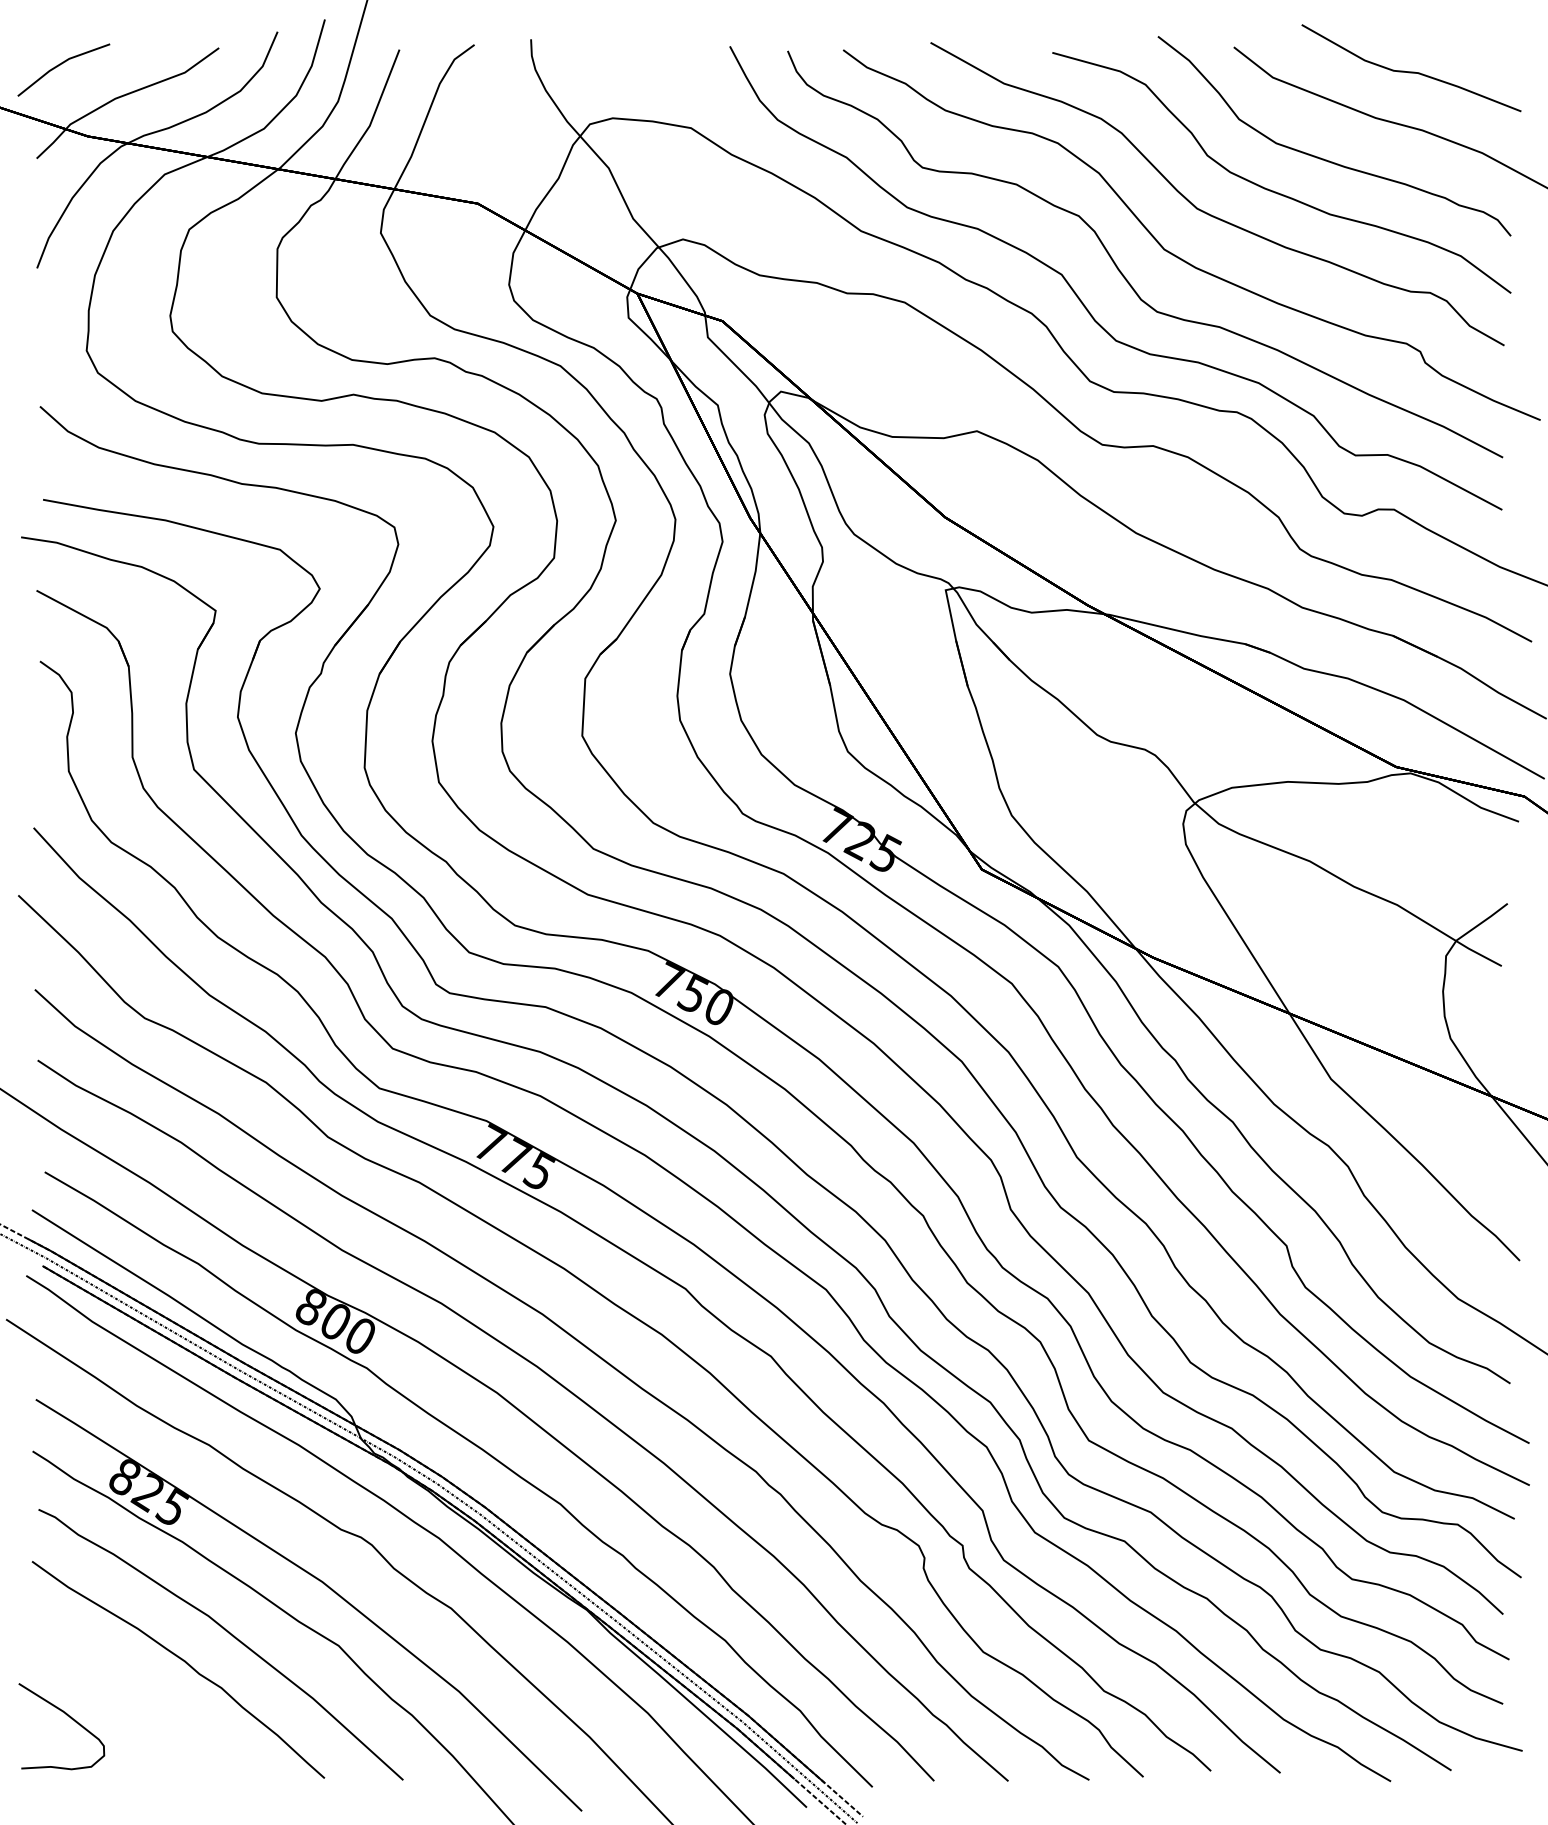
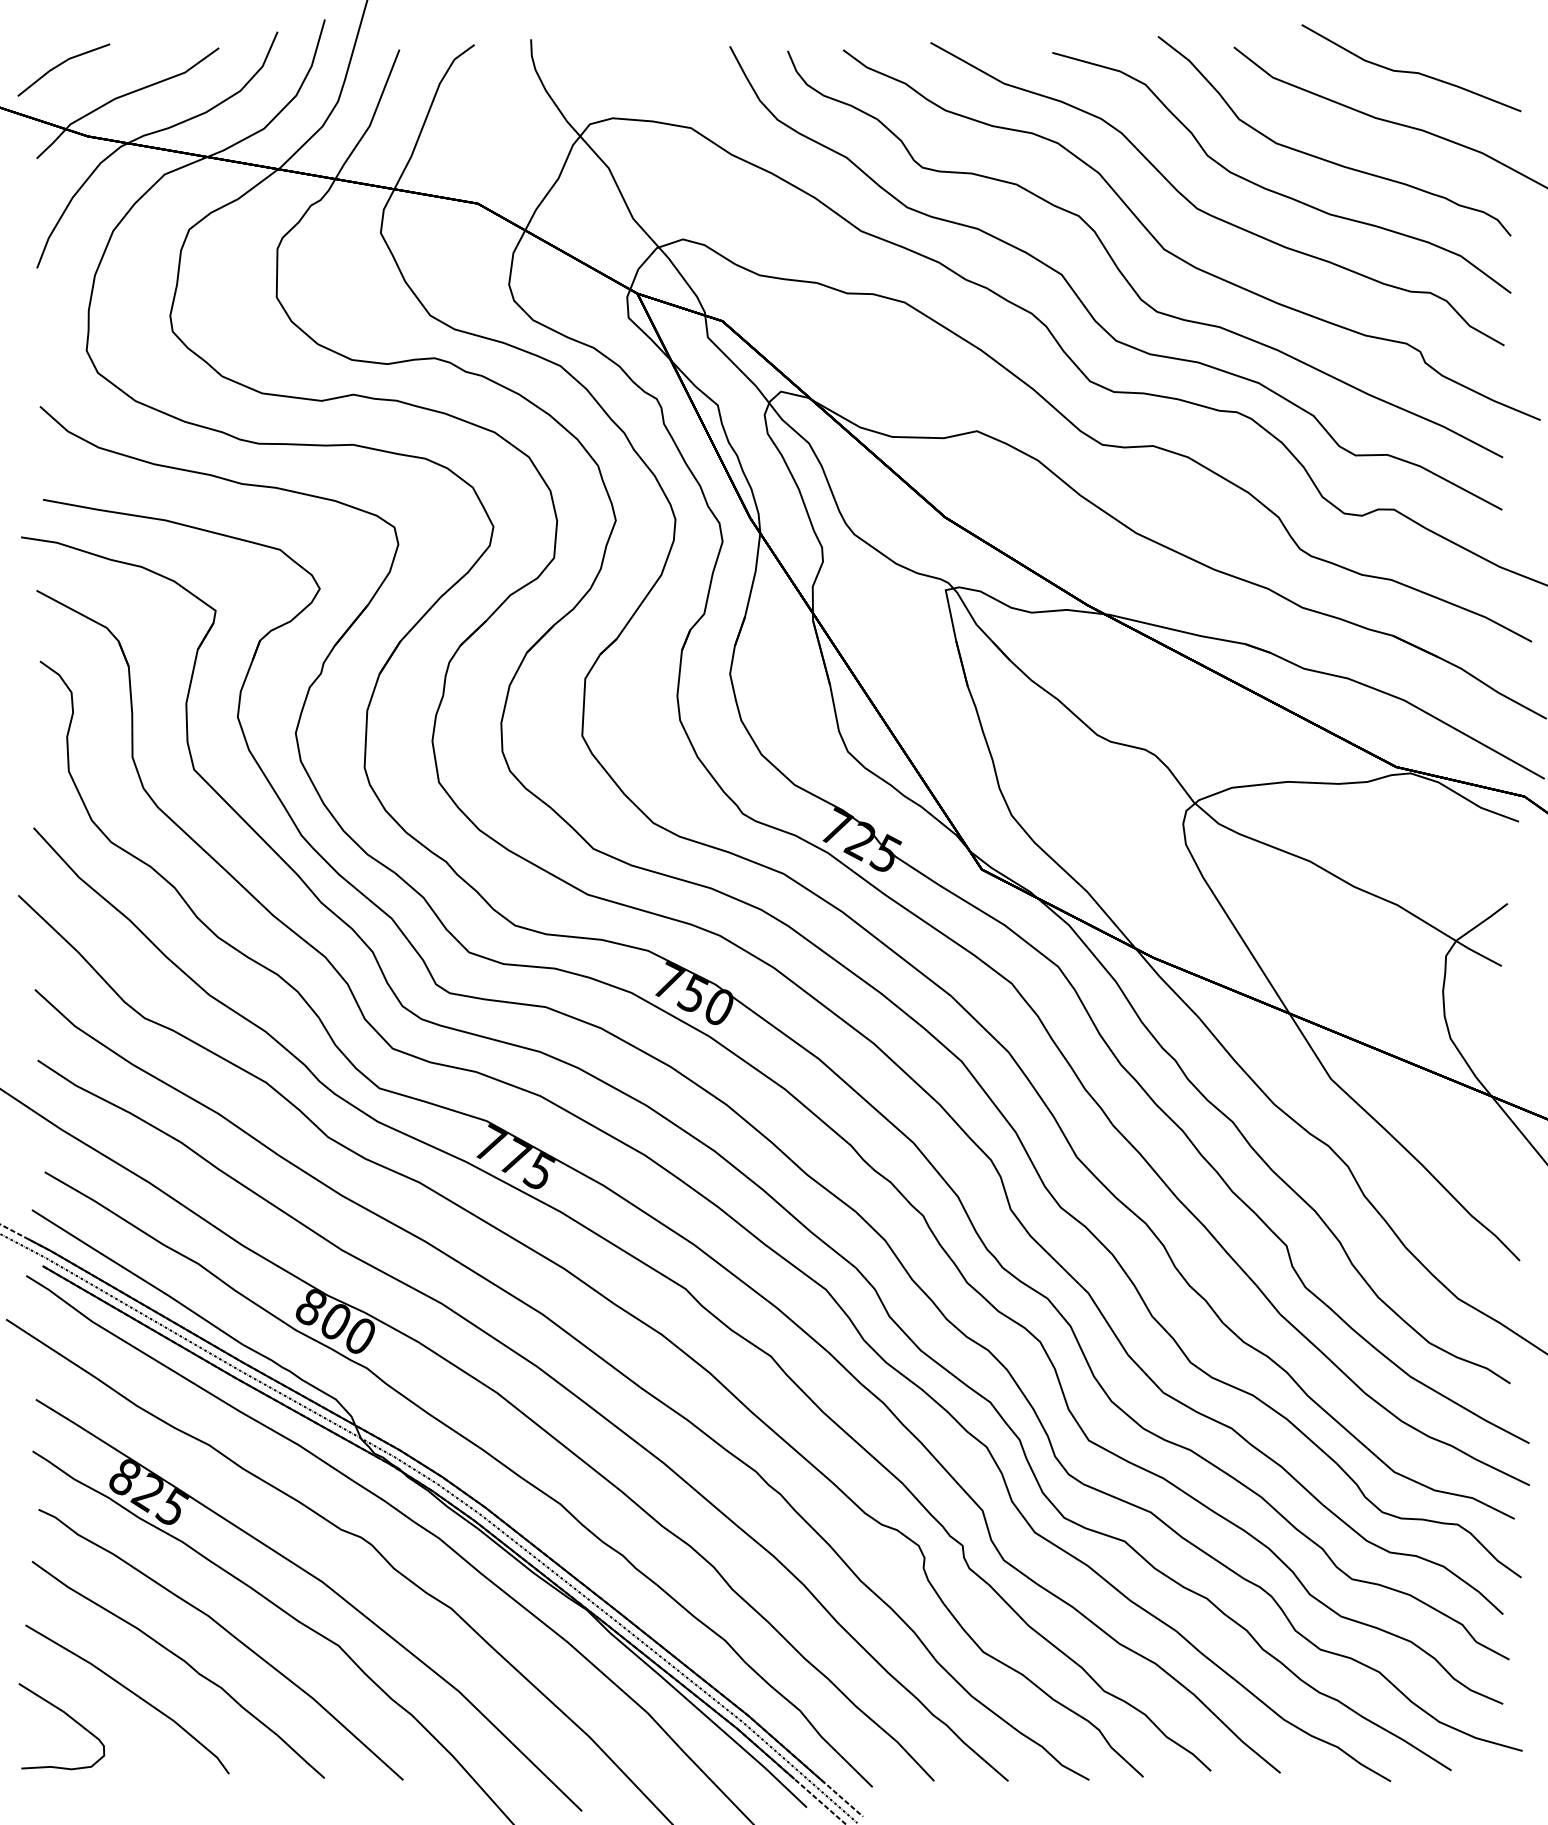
line at (130, 1692): none -> present
